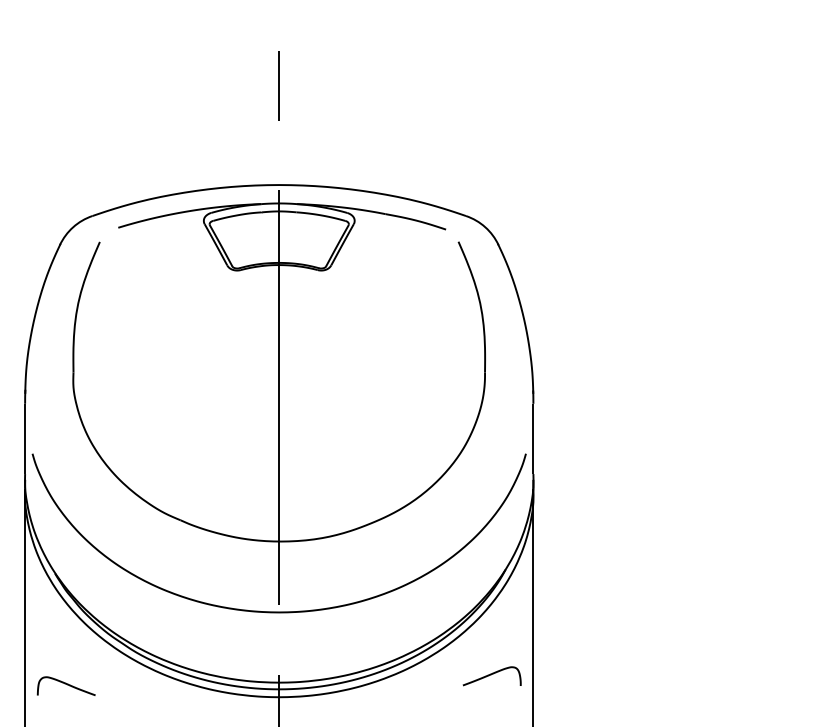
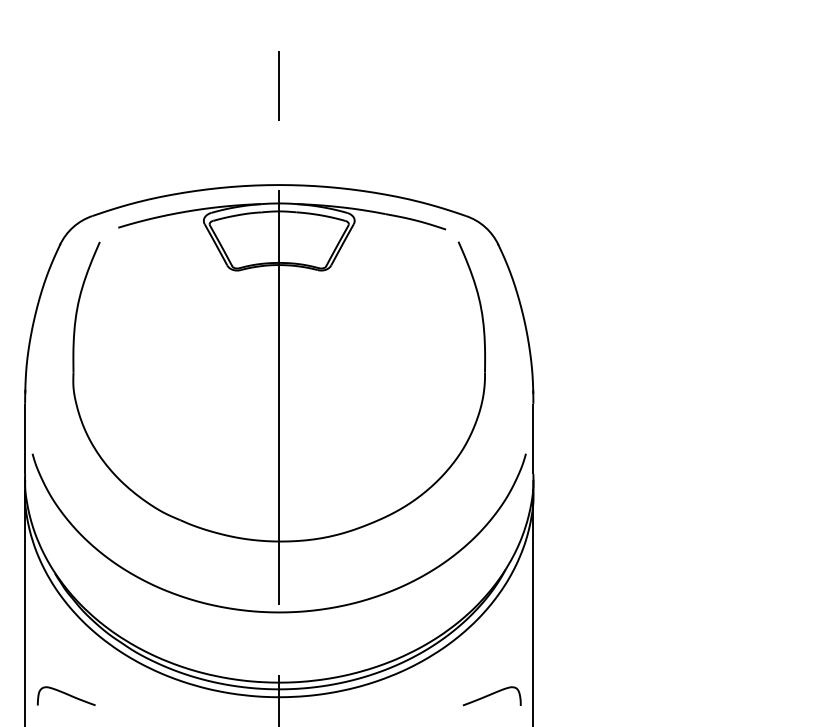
curve at (491, 675) position: (491, 675) -> (491, 695)
curve at (65, 684) position: (65, 684) -> (65, 694)
